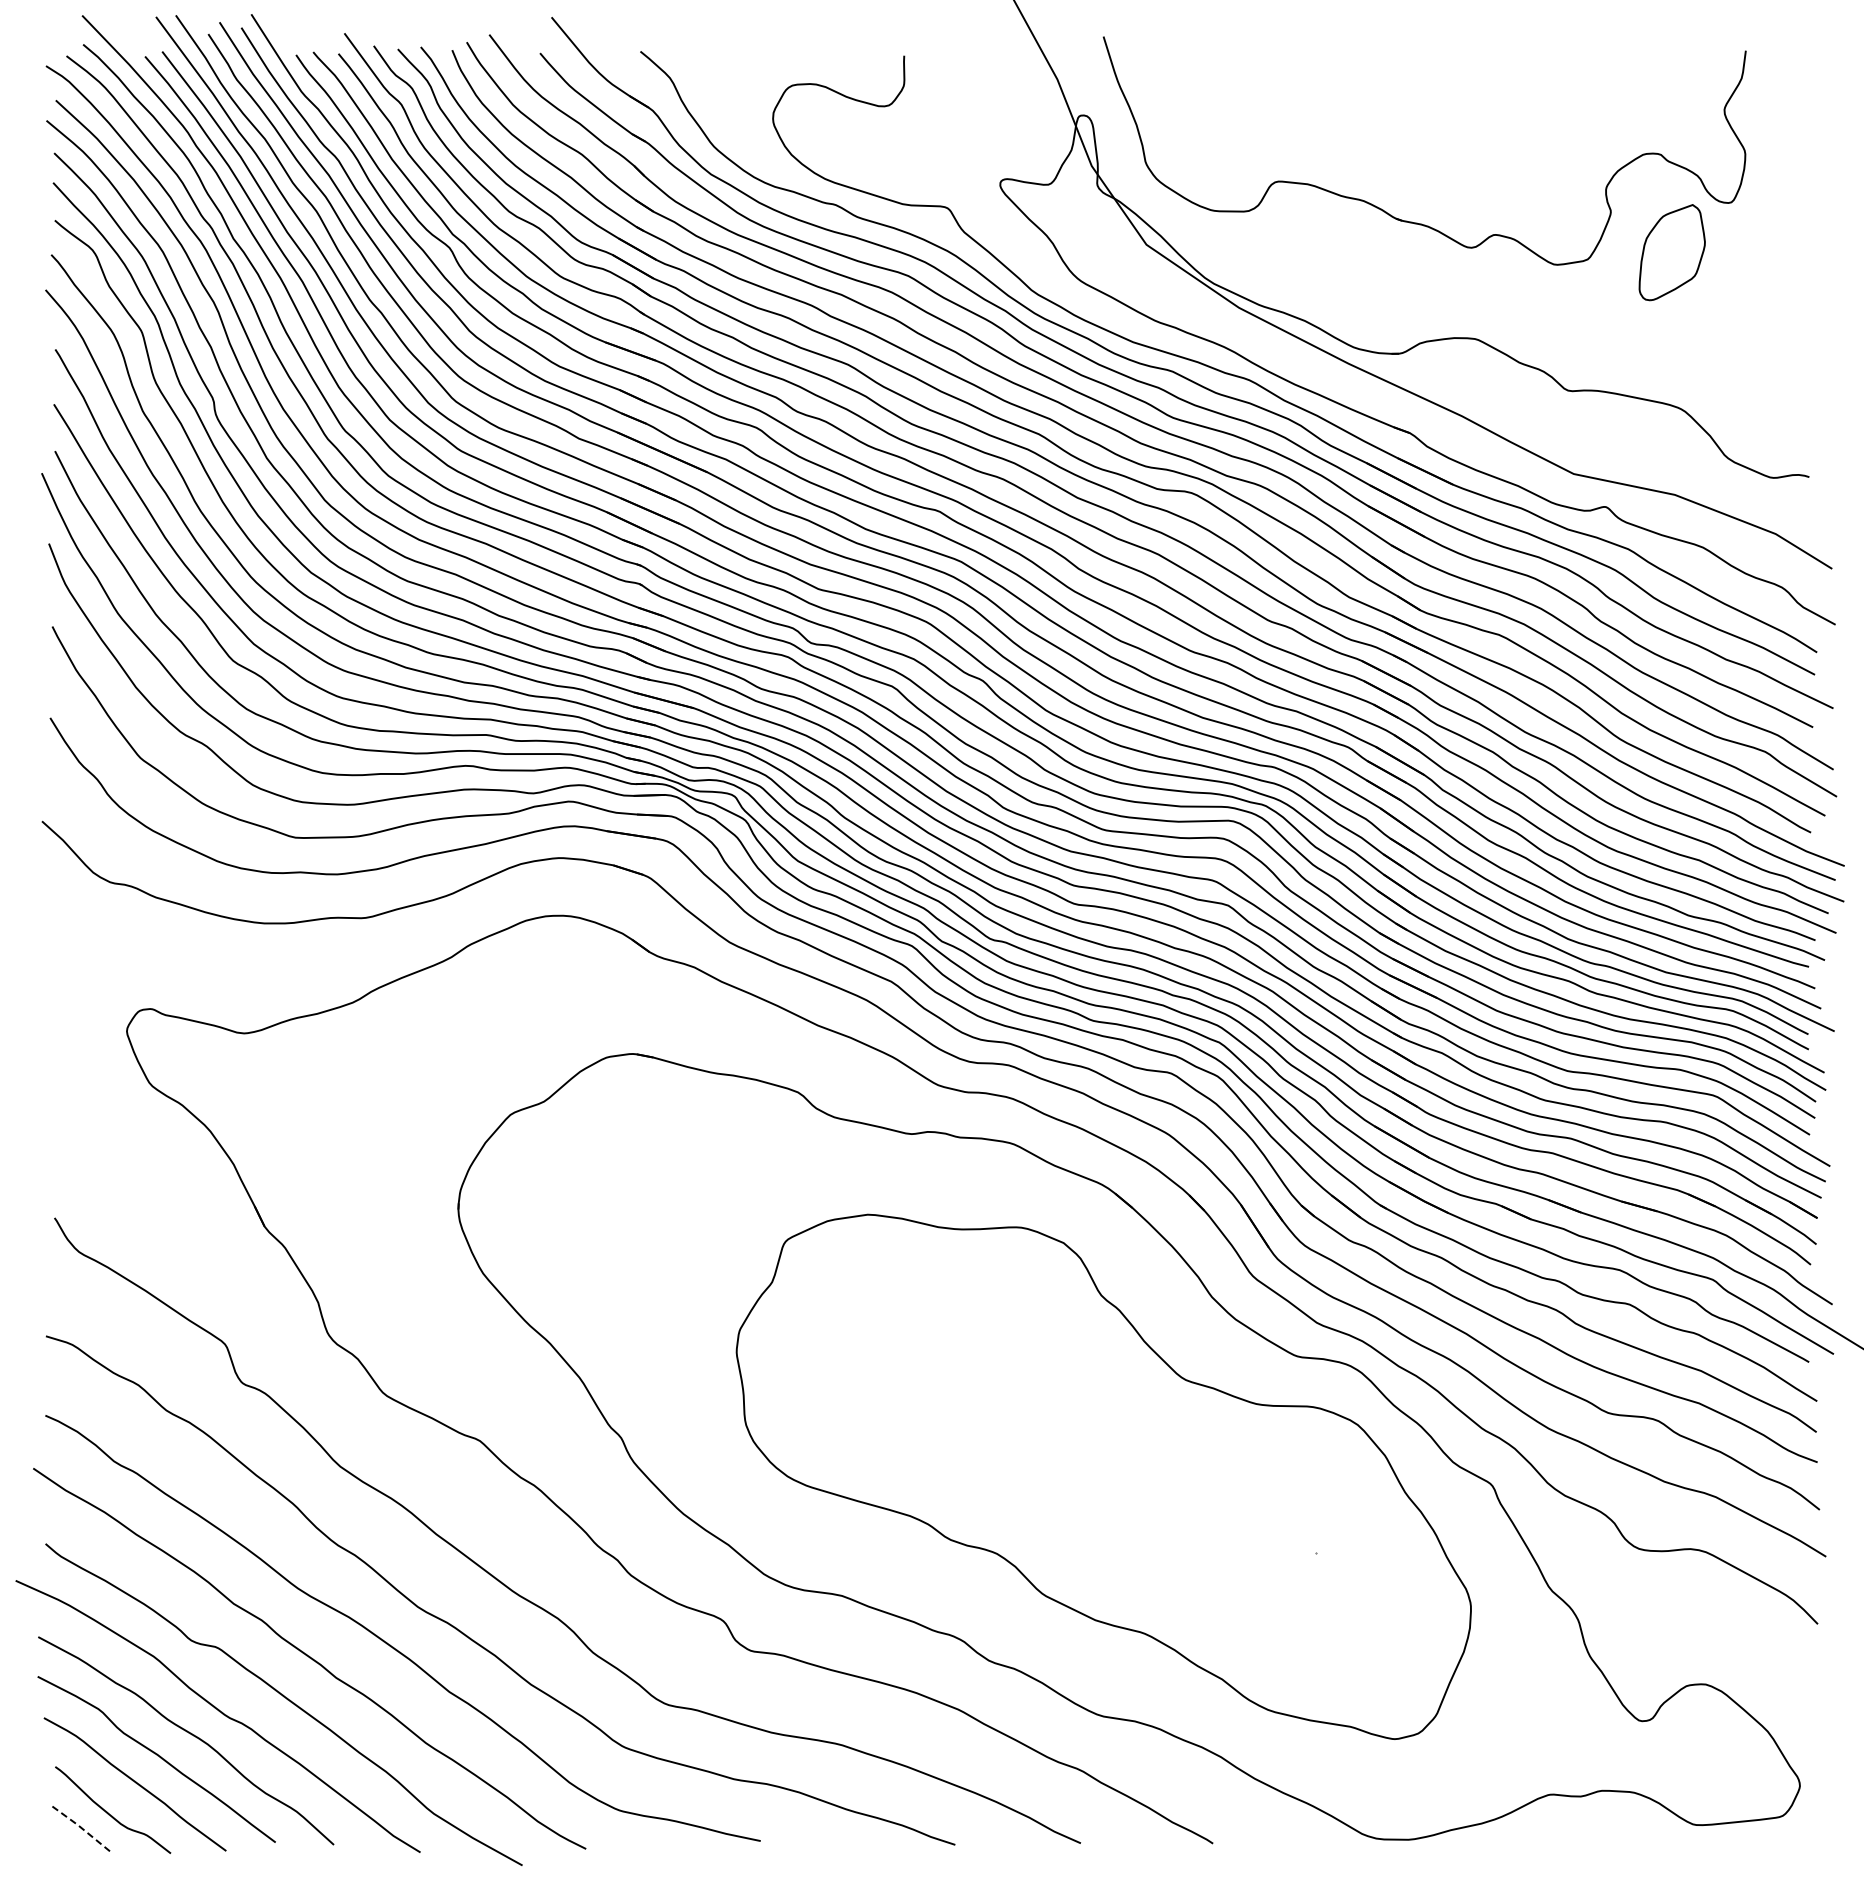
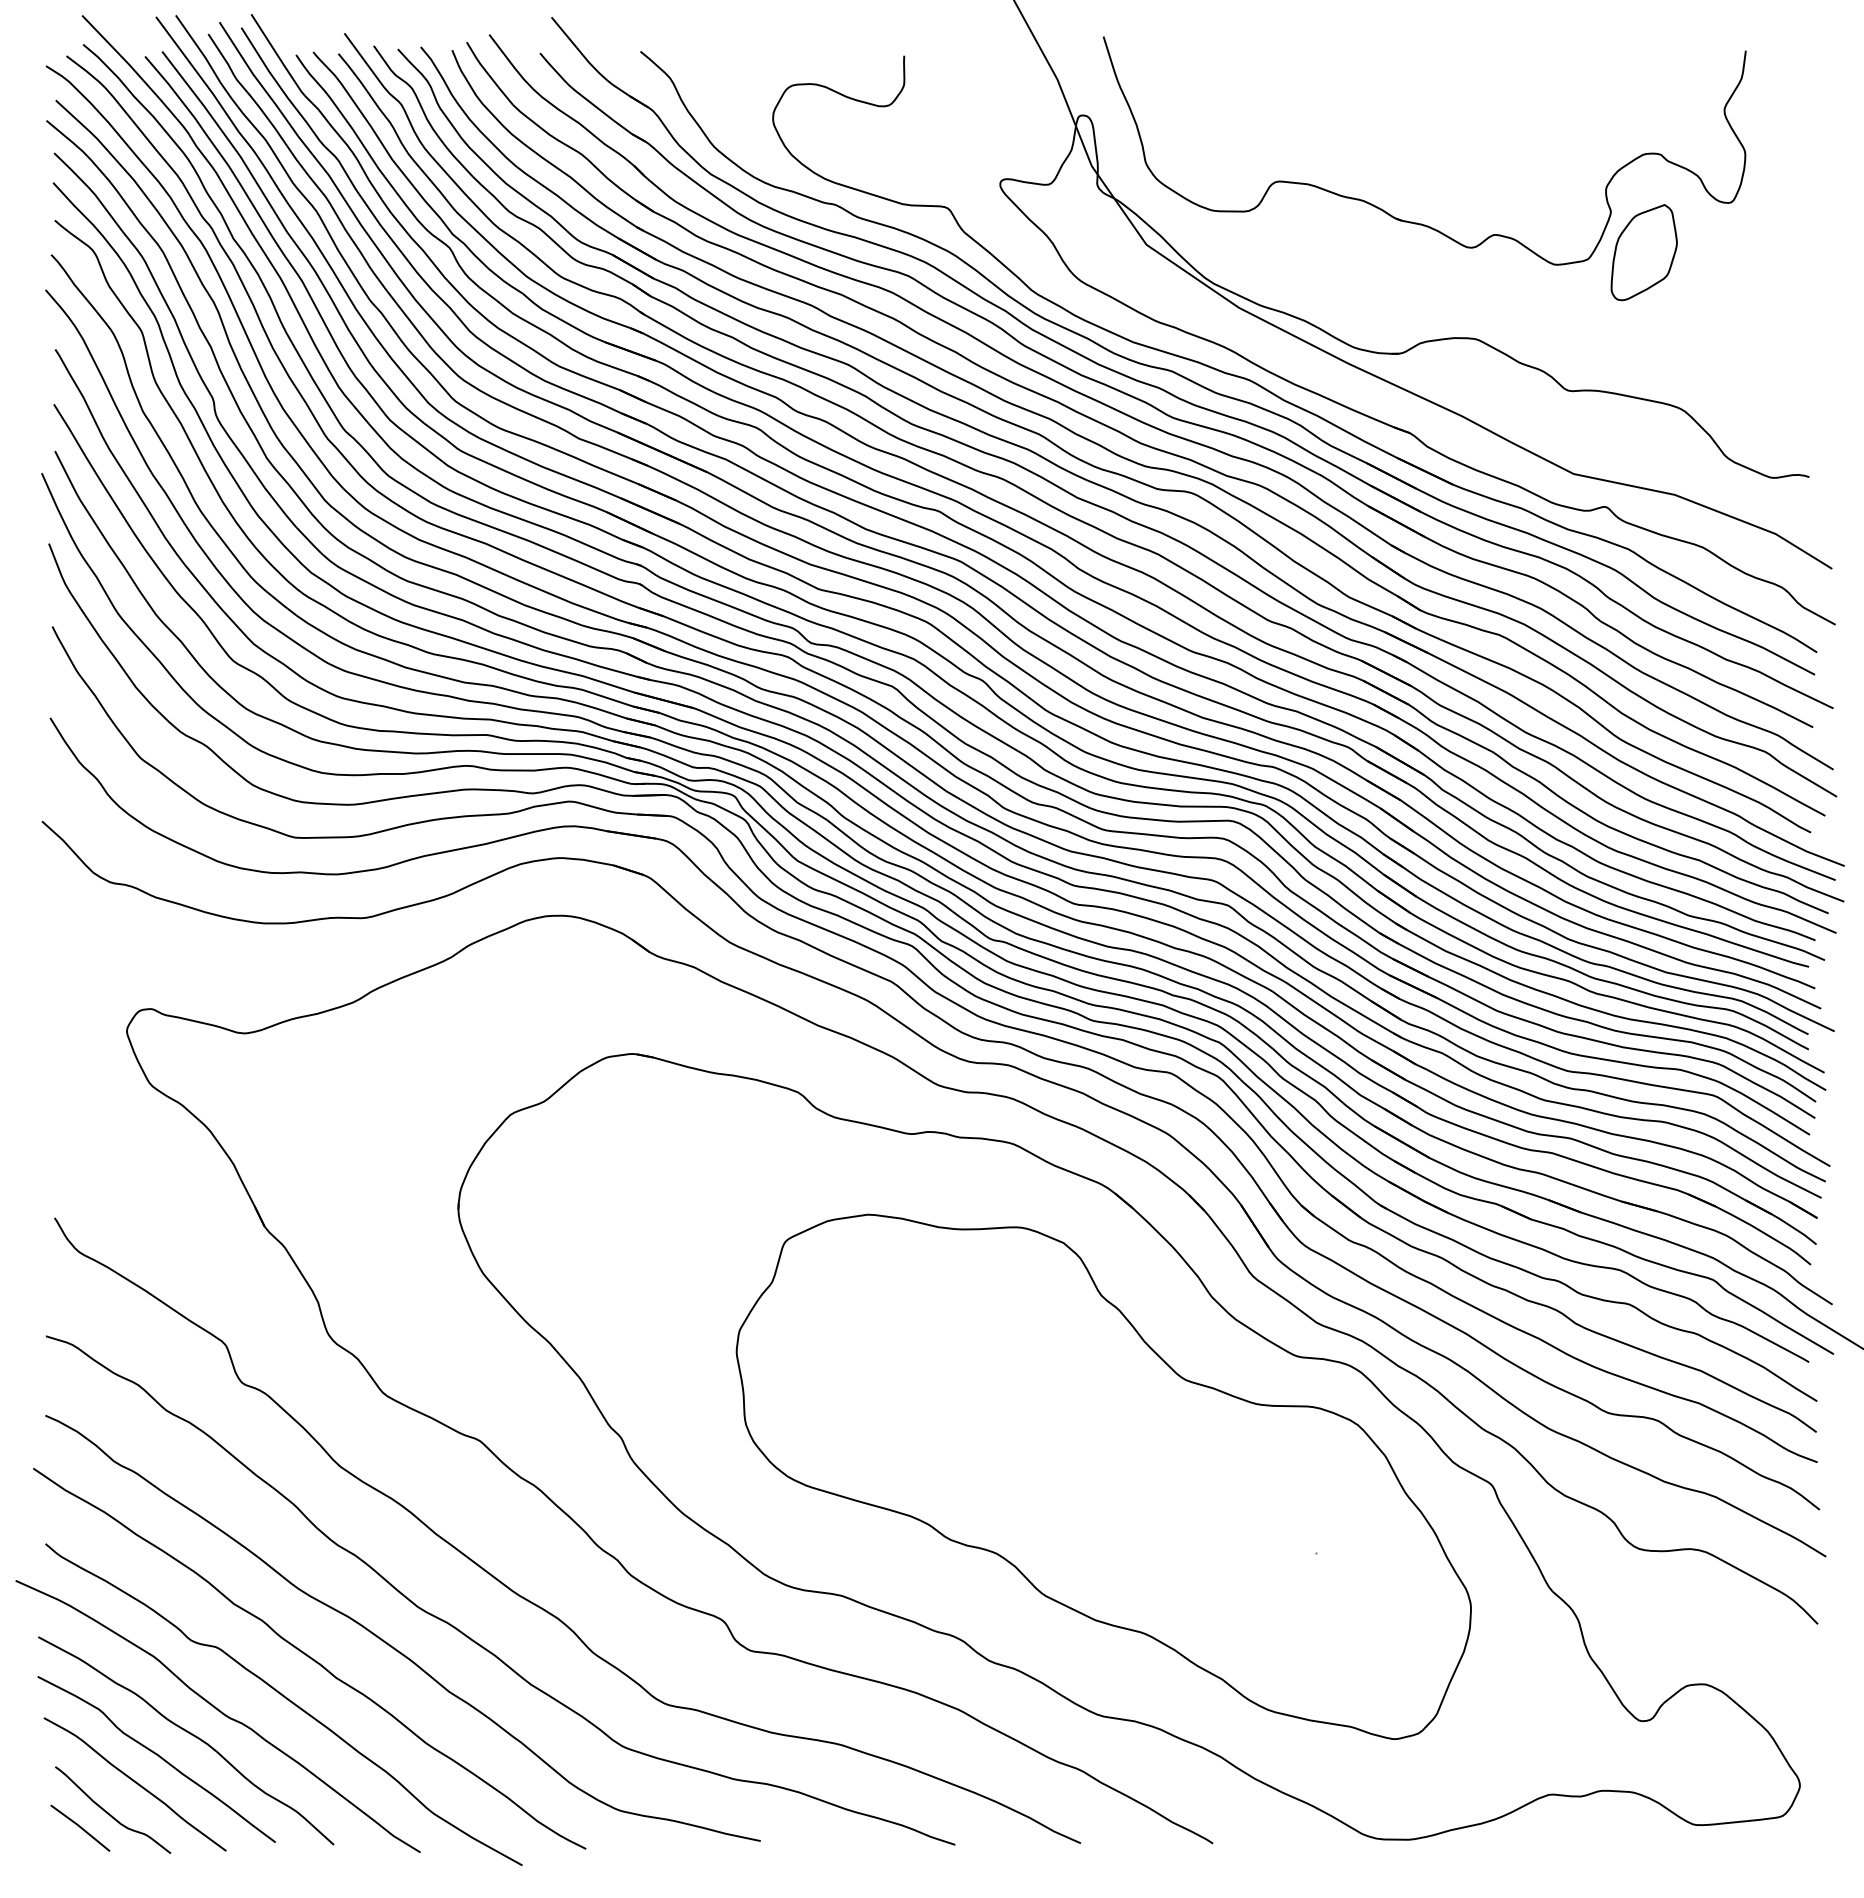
part at (1671, 252) position: (1671, 252) -> (1643, 252)
line at (79, 1826): dashed -> solid
